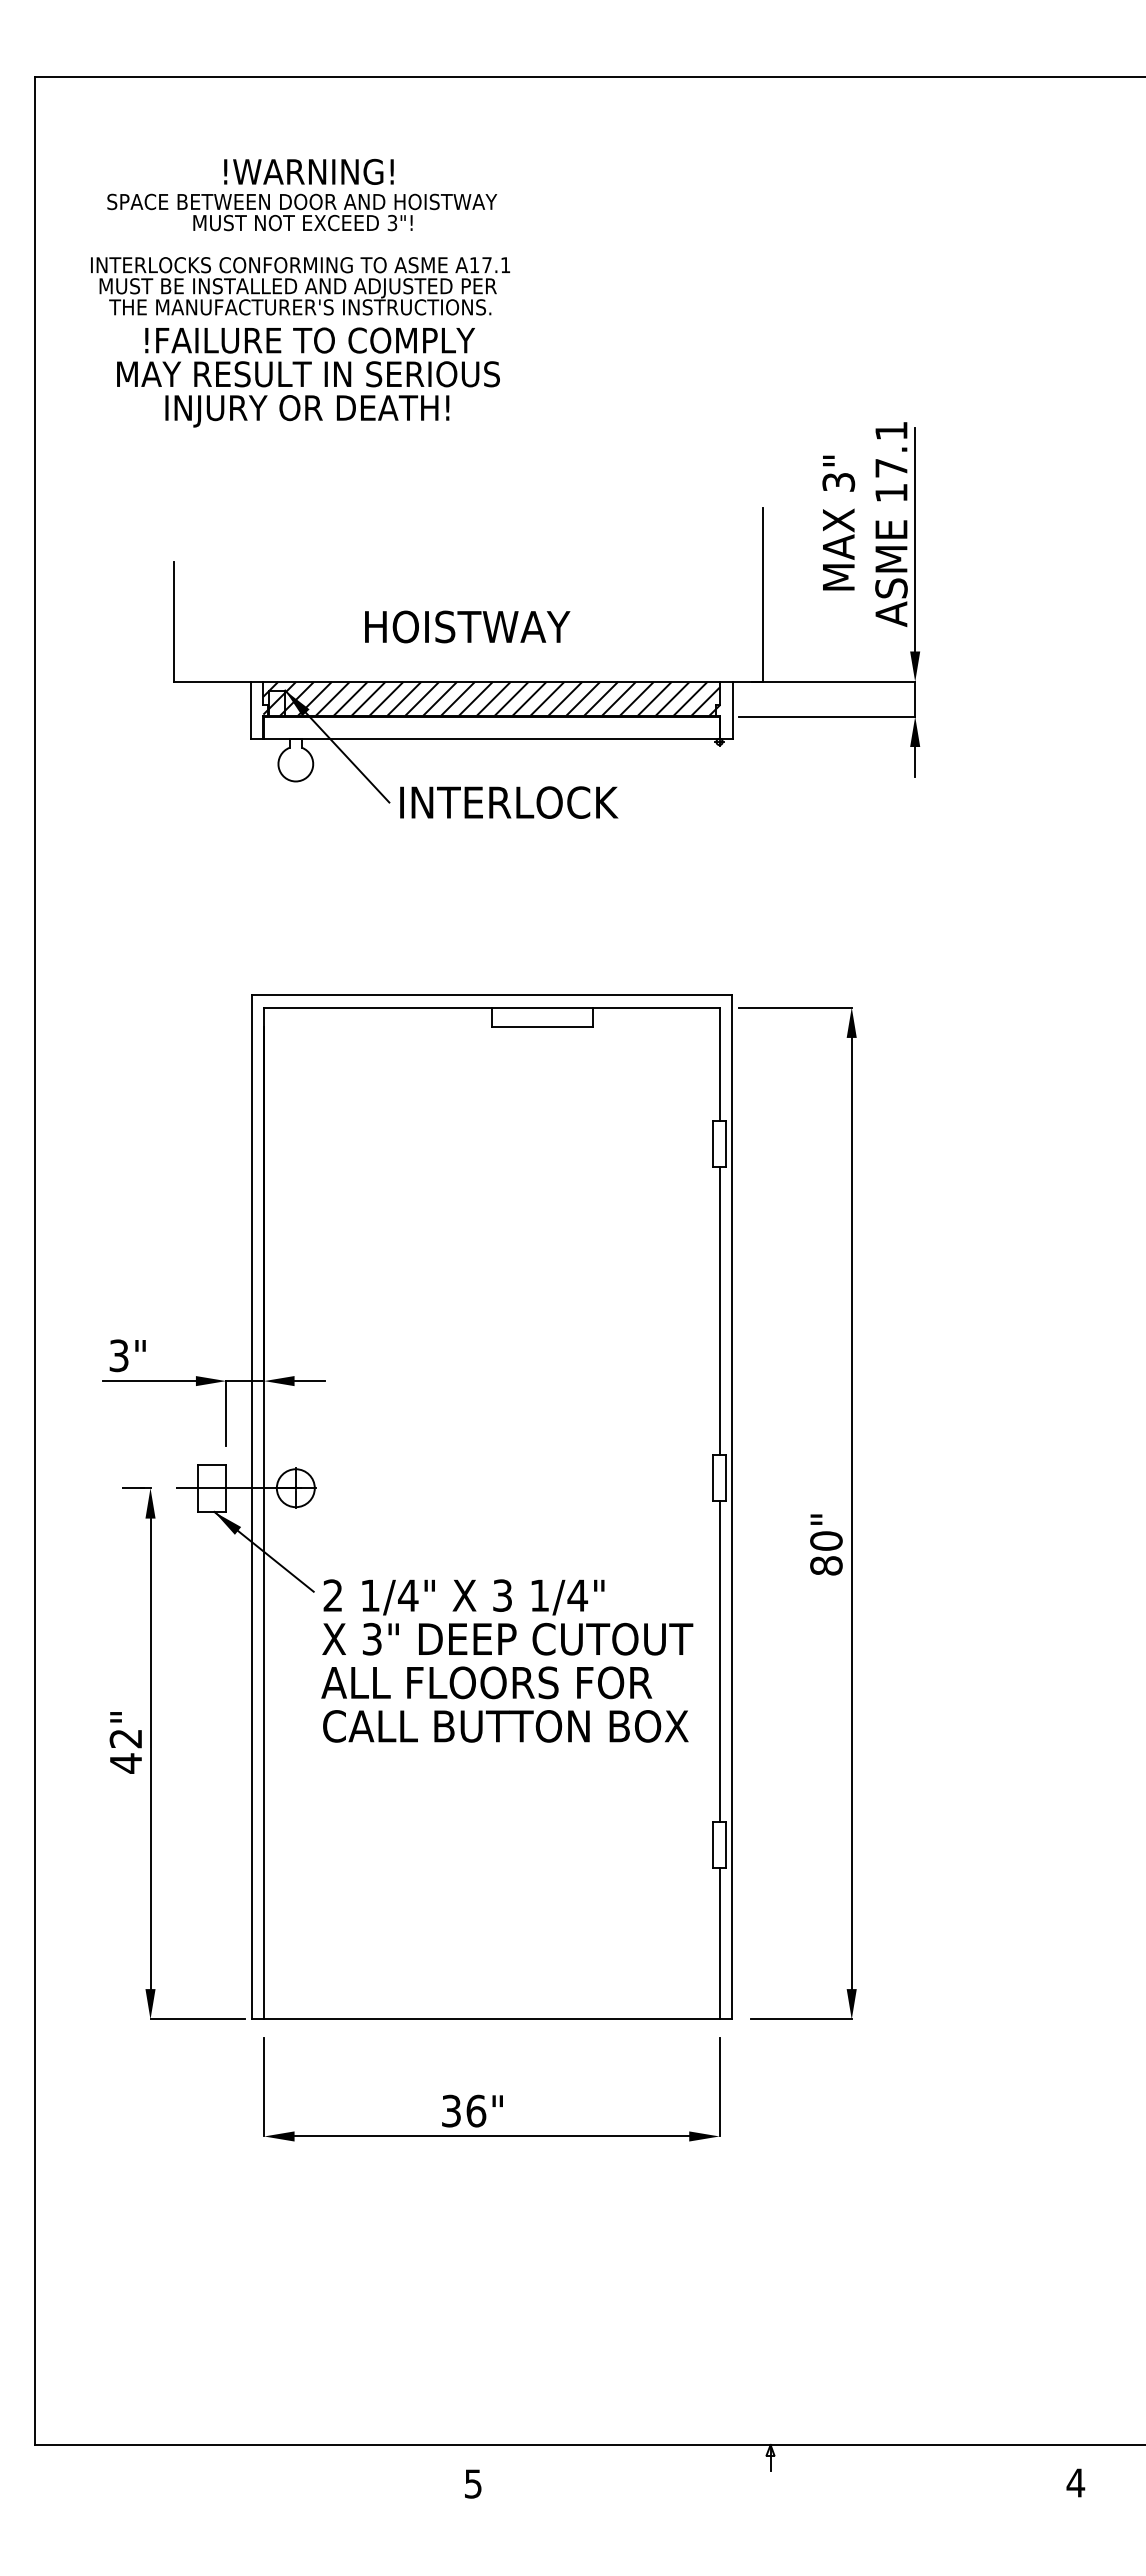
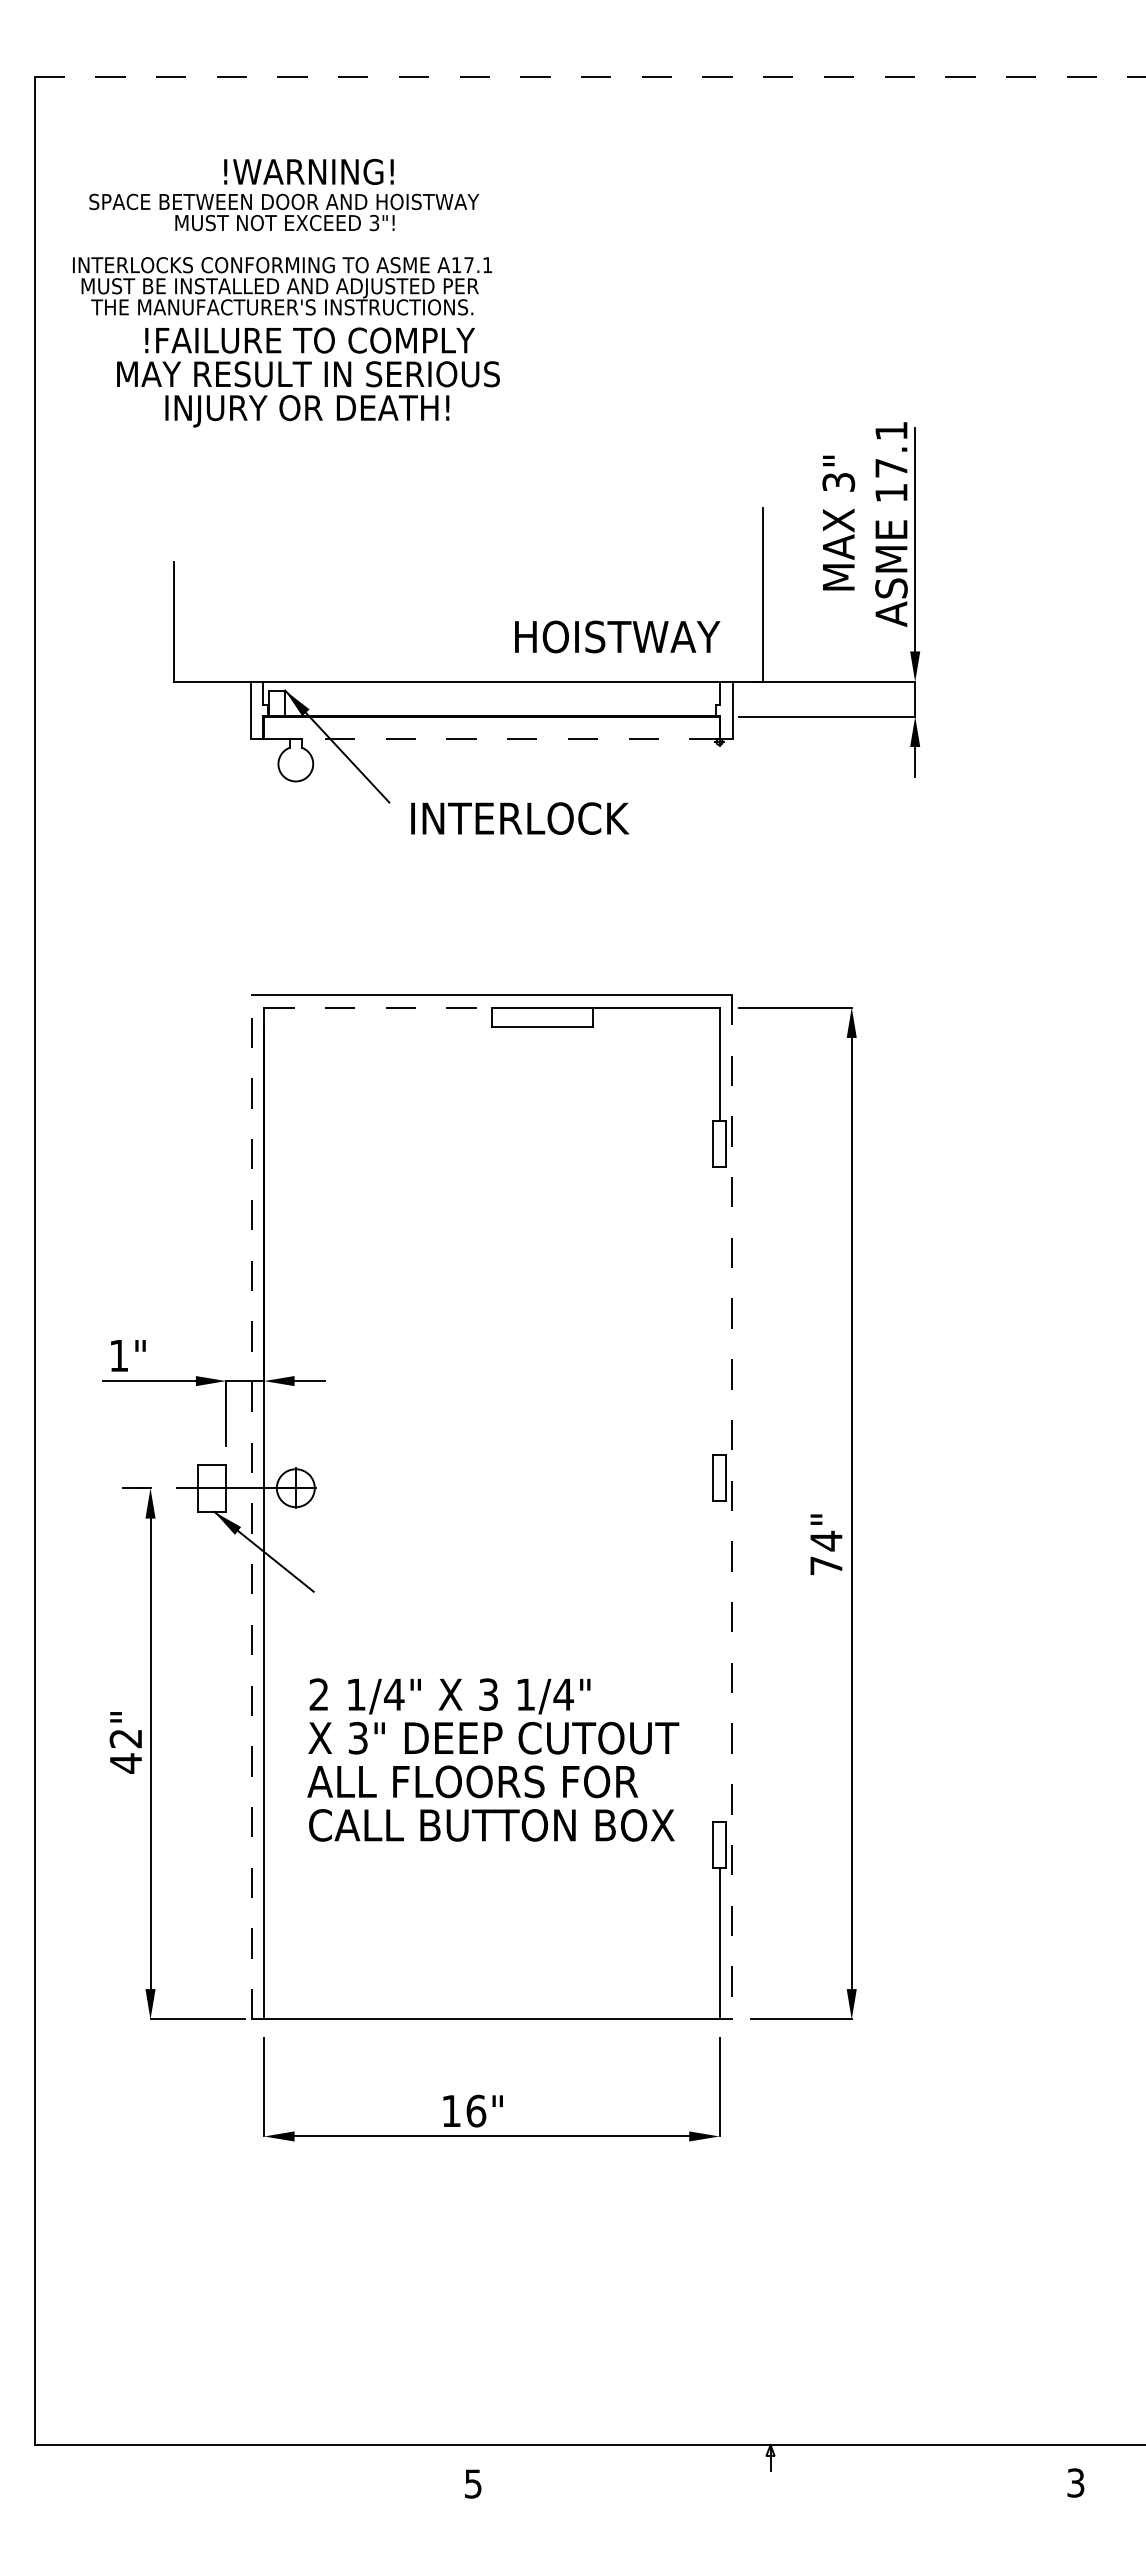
line at (590, 77): solid -> dashed
text at (300, 254) position: (300, 254) -> (282, 254)
text at (467, 626) position: (467, 626) -> (617, 636)
hatch at (491, 698): present -> none
line at (491, 738): solid -> dashed
text at (509, 802) position: (509, 802) -> (520, 818)
line at (378, 1007): solid -> dashed
line at (719, 1311): present -> none
text at (118, 1355): 3" -> 1"
line at (251, 1506): solid -> dashed
line at (732, 1507): solid -> dashed
text at (826, 1552): 80" -> 74"
text at (507, 1660) position: (507, 1660) -> (493, 1759)
line at (719, 1660): present -> none
text at (451, 2110): 36" -> 16"
text at (1075, 2482): 4 -> 3
